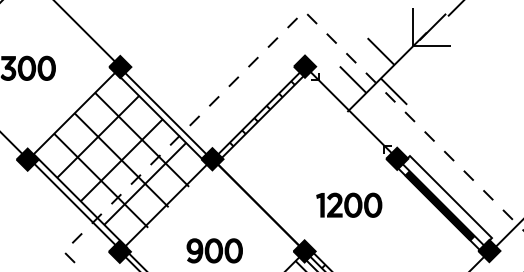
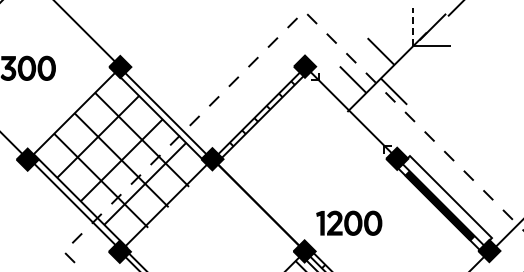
line at (412, 26): solid -> dashed
part at (349, 204) position: (349, 204) -> (349, 222)
part at (214, 250): present -> none
